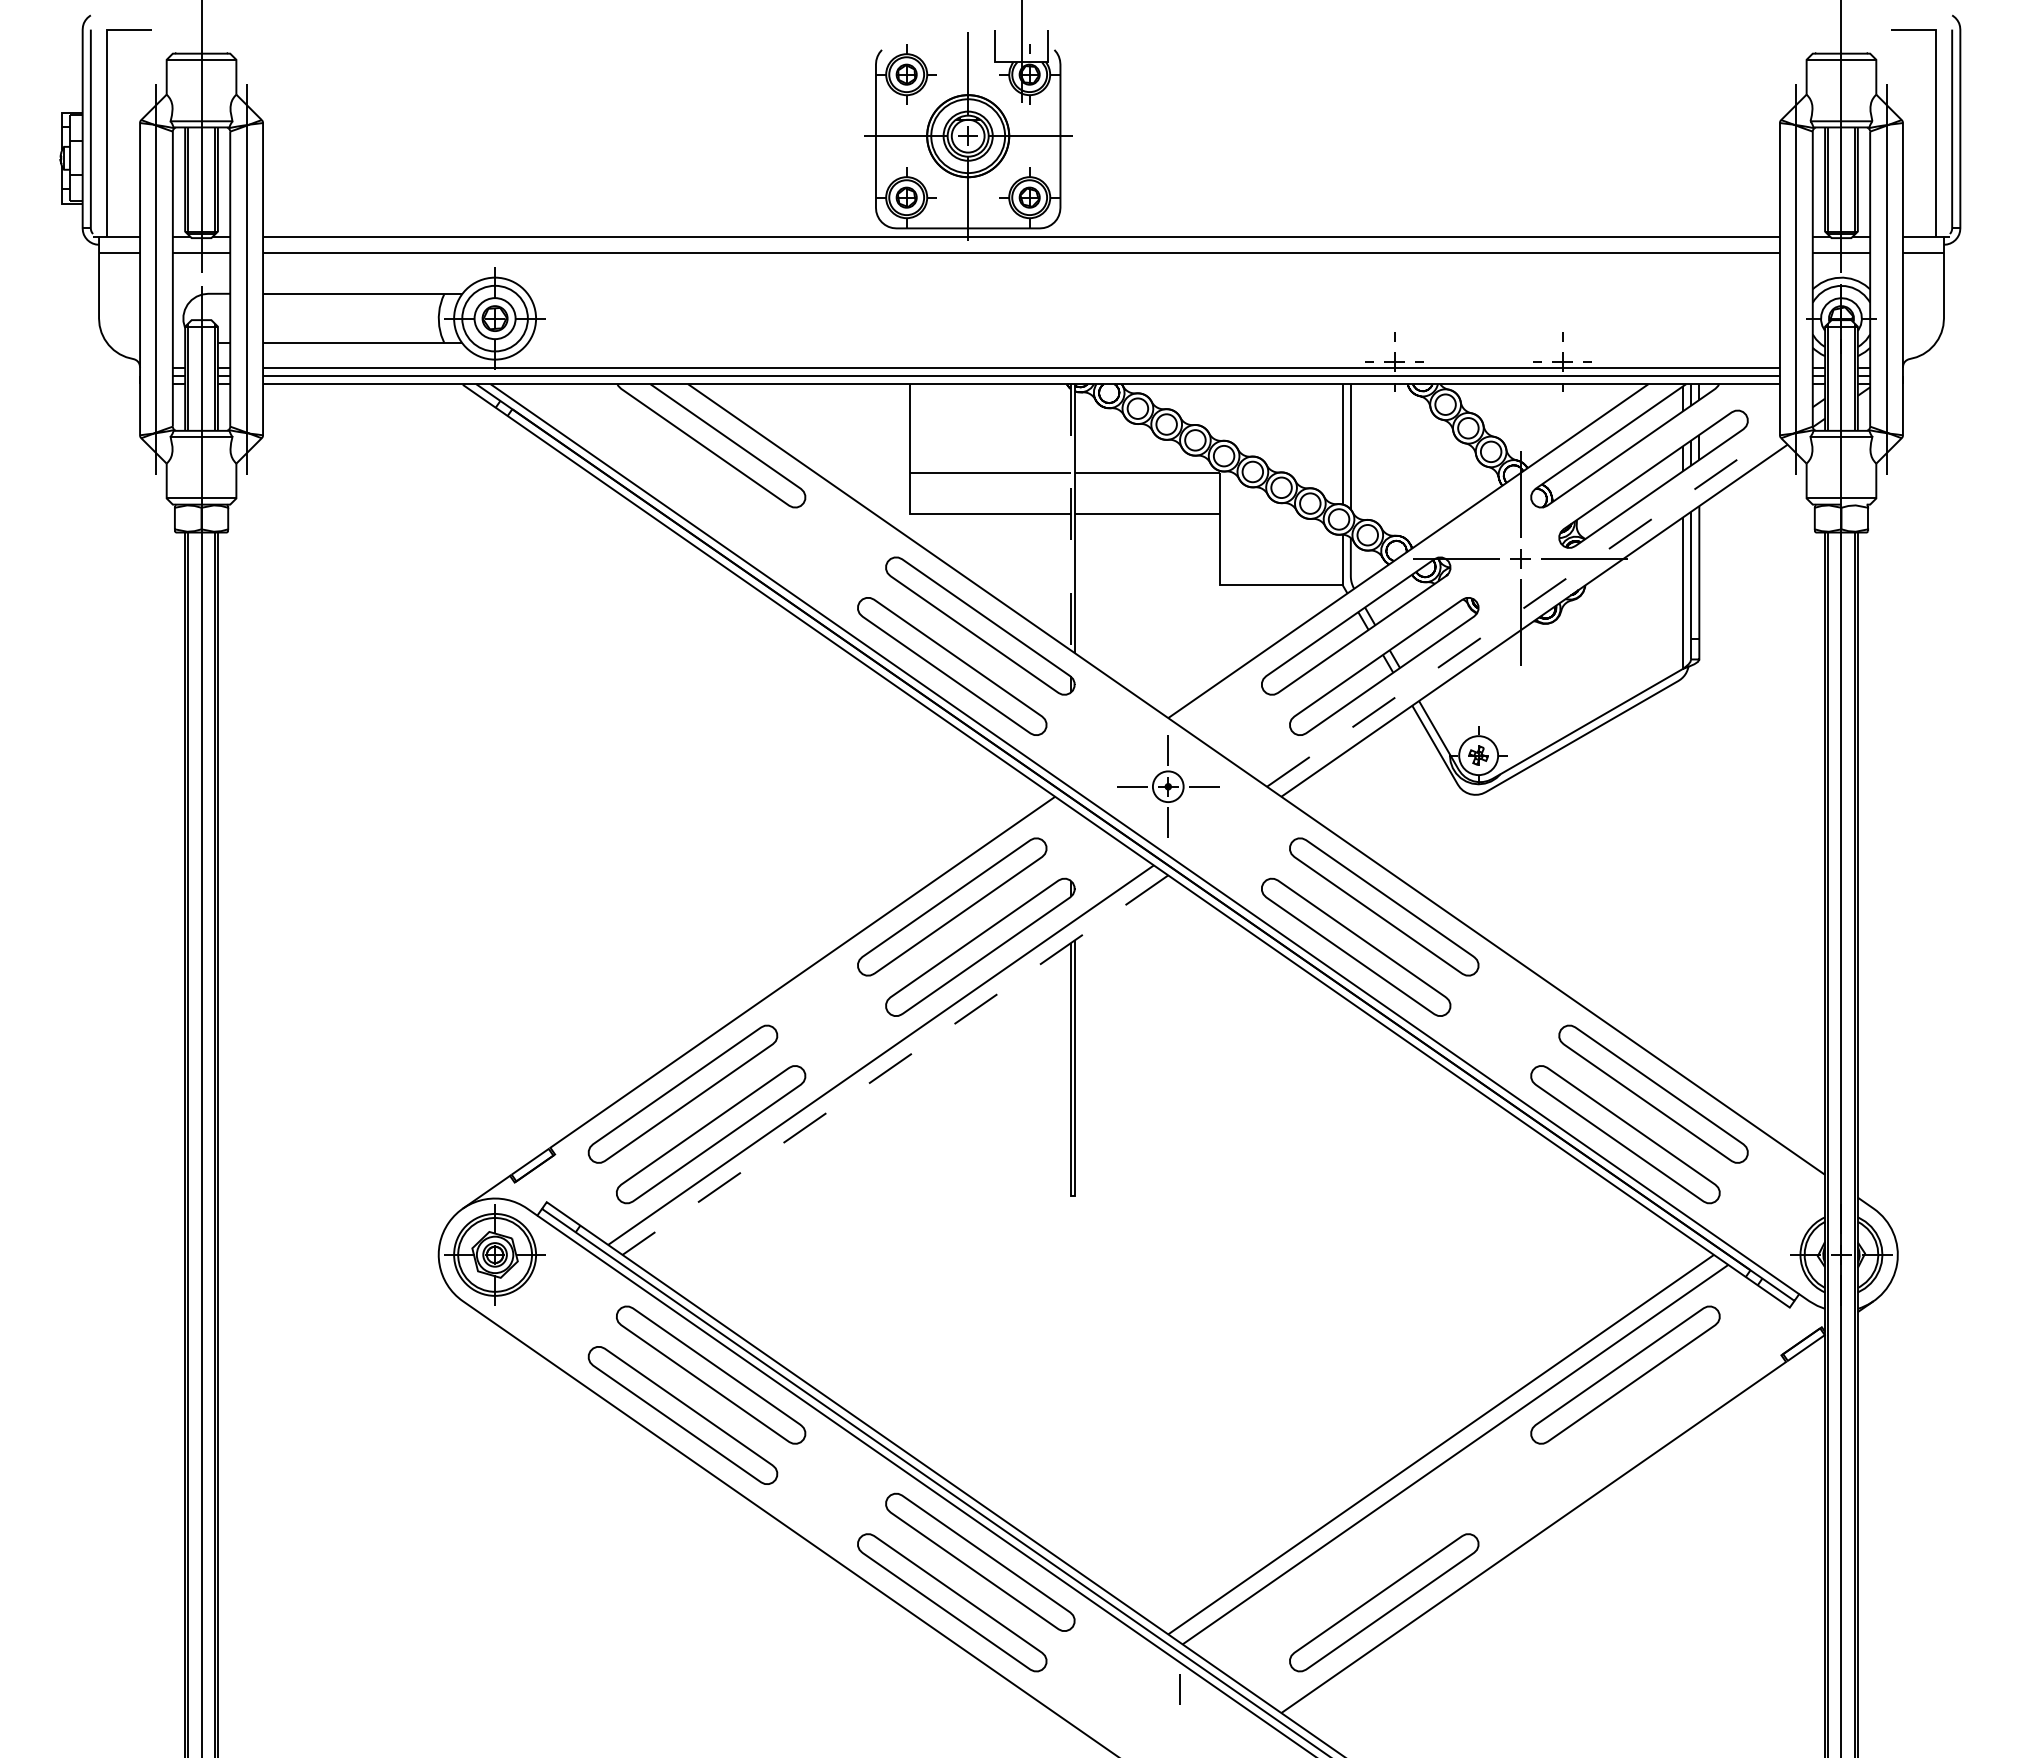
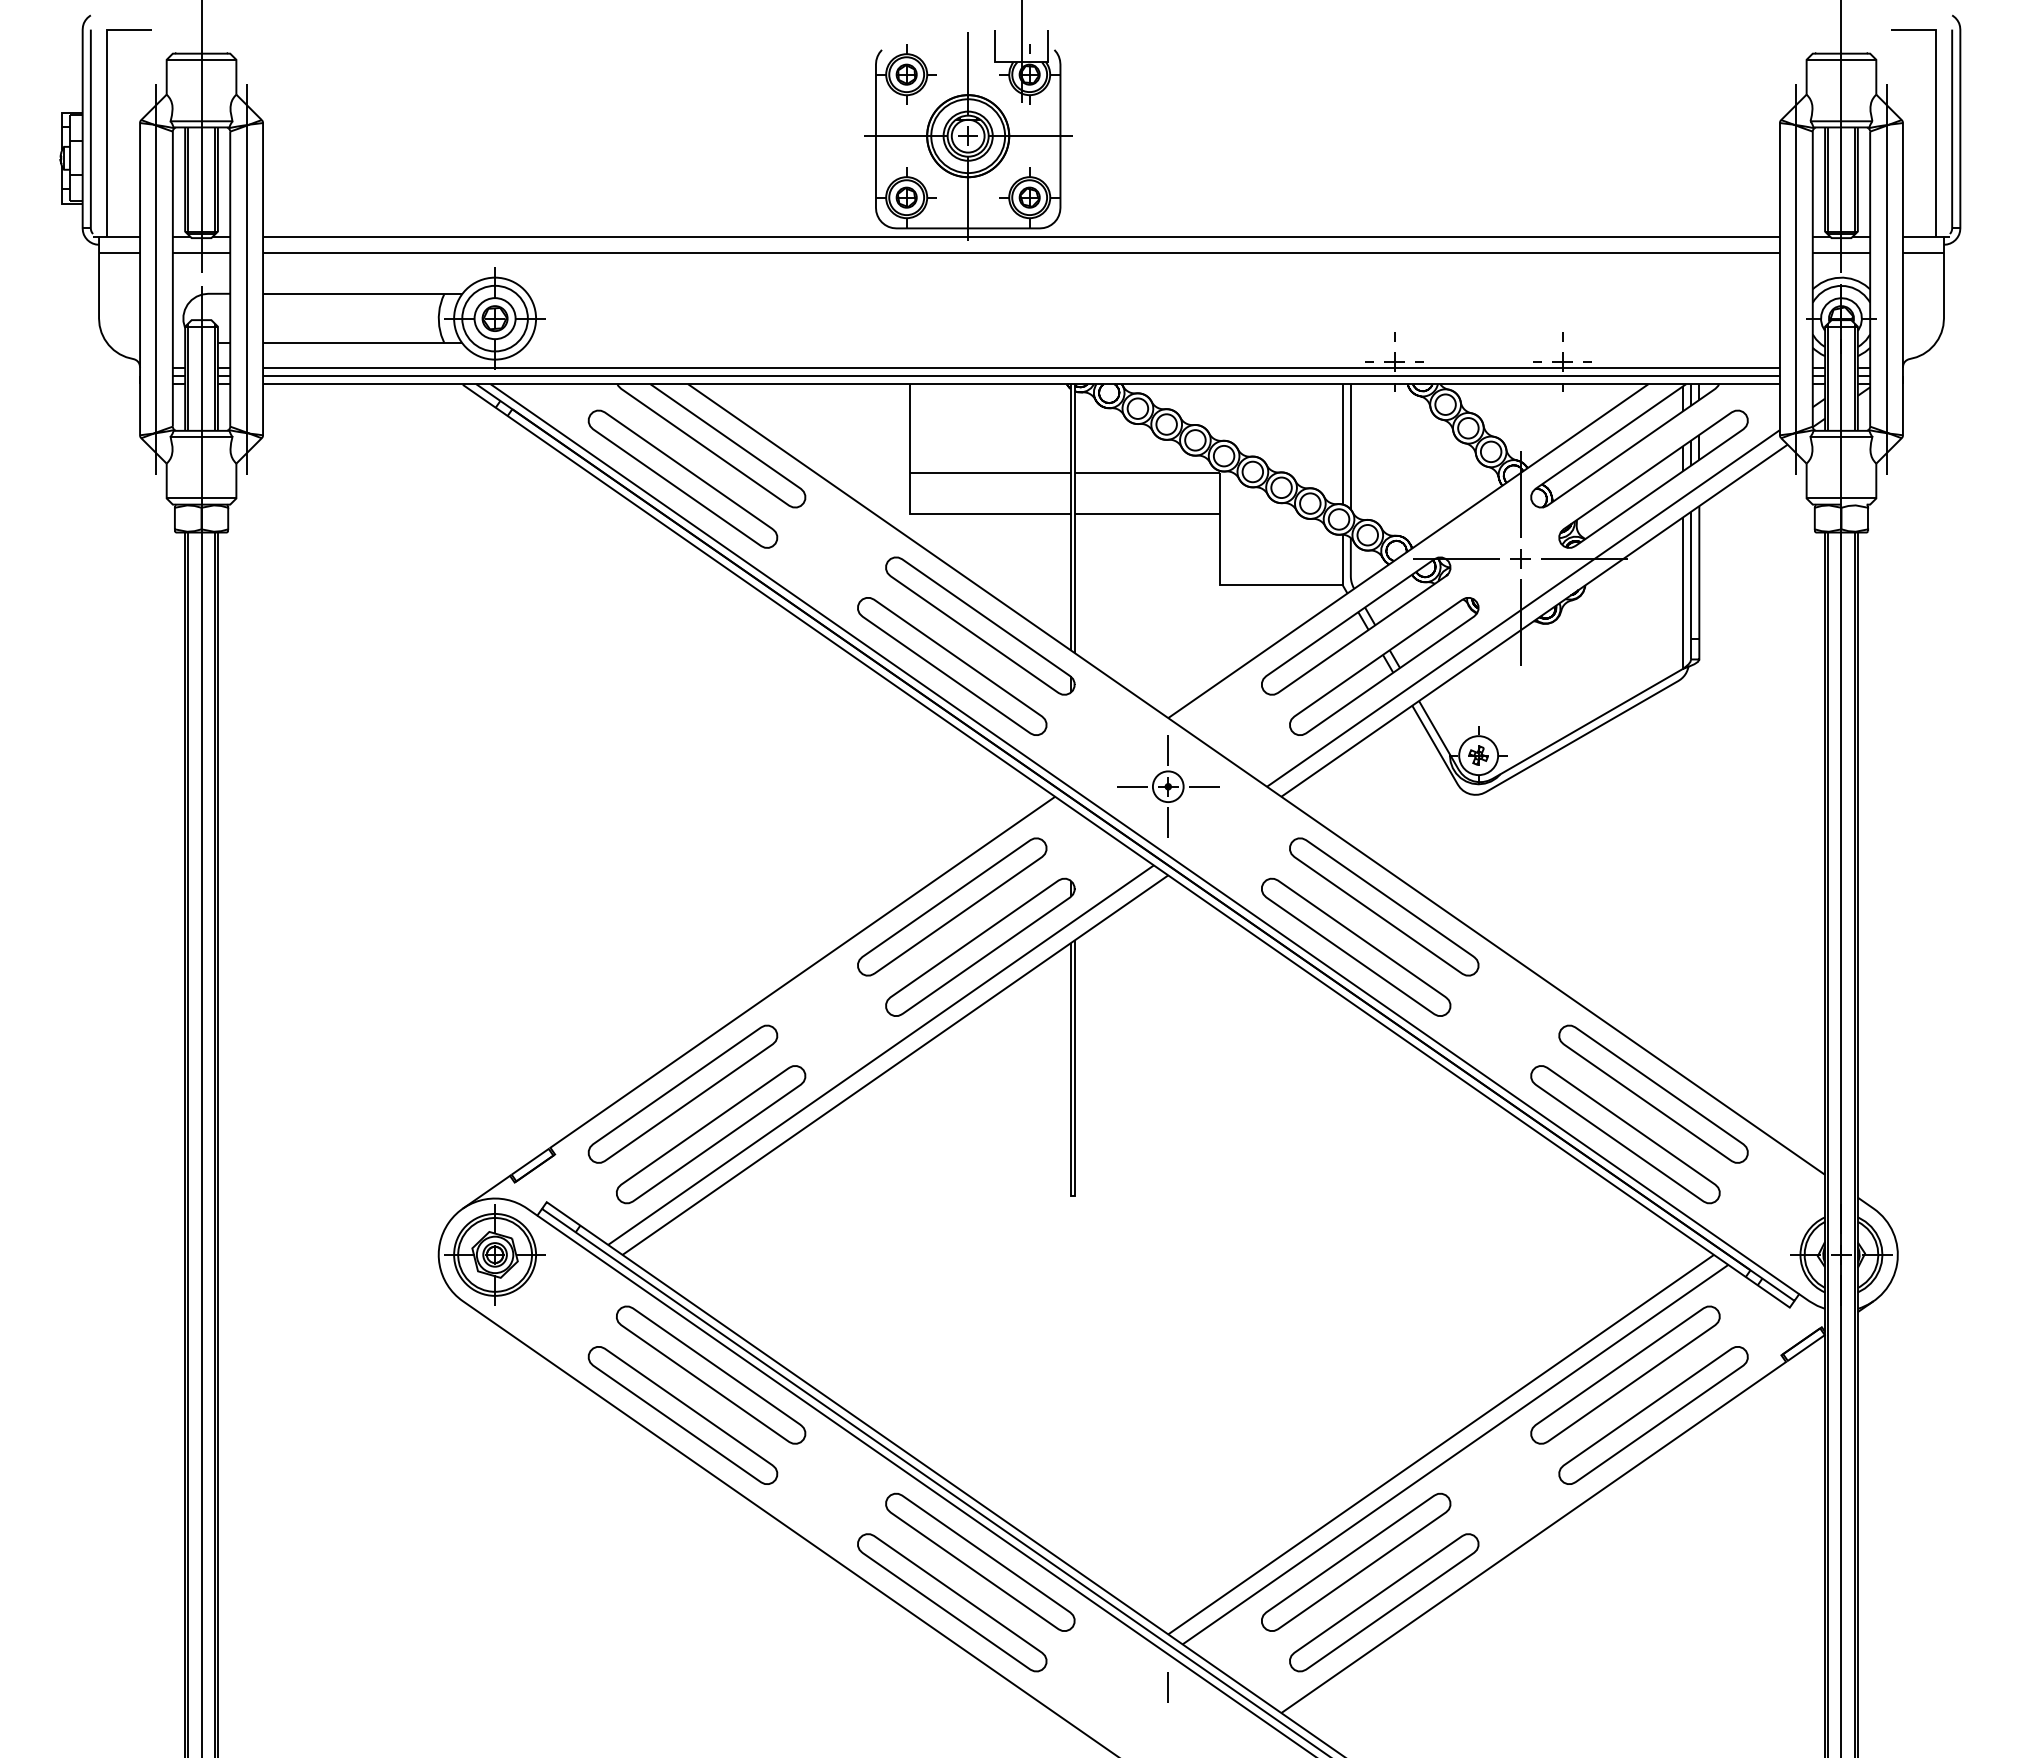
part at (682, 478): none -> present
line at (1070, 517): dashed -> solid
line at (1523, 608): dashed -> solid
line at (895, 1065): dashed -> solid
part at (1653, 1415): none -> present
part at (1356, 1561): none -> present
line at (1179, 1689) position: (1179, 1689) -> (1167, 1687)
